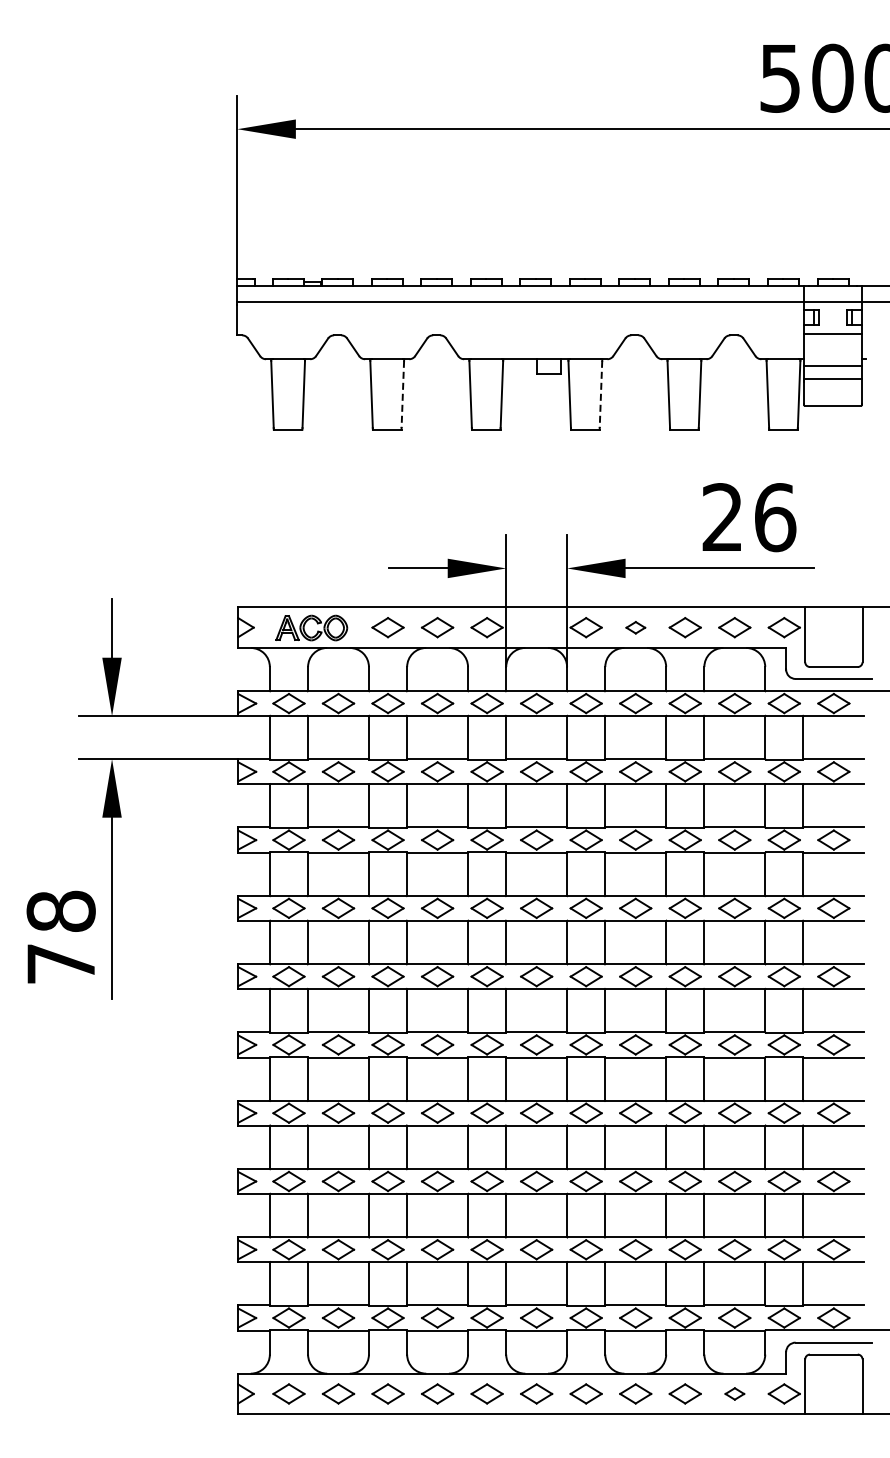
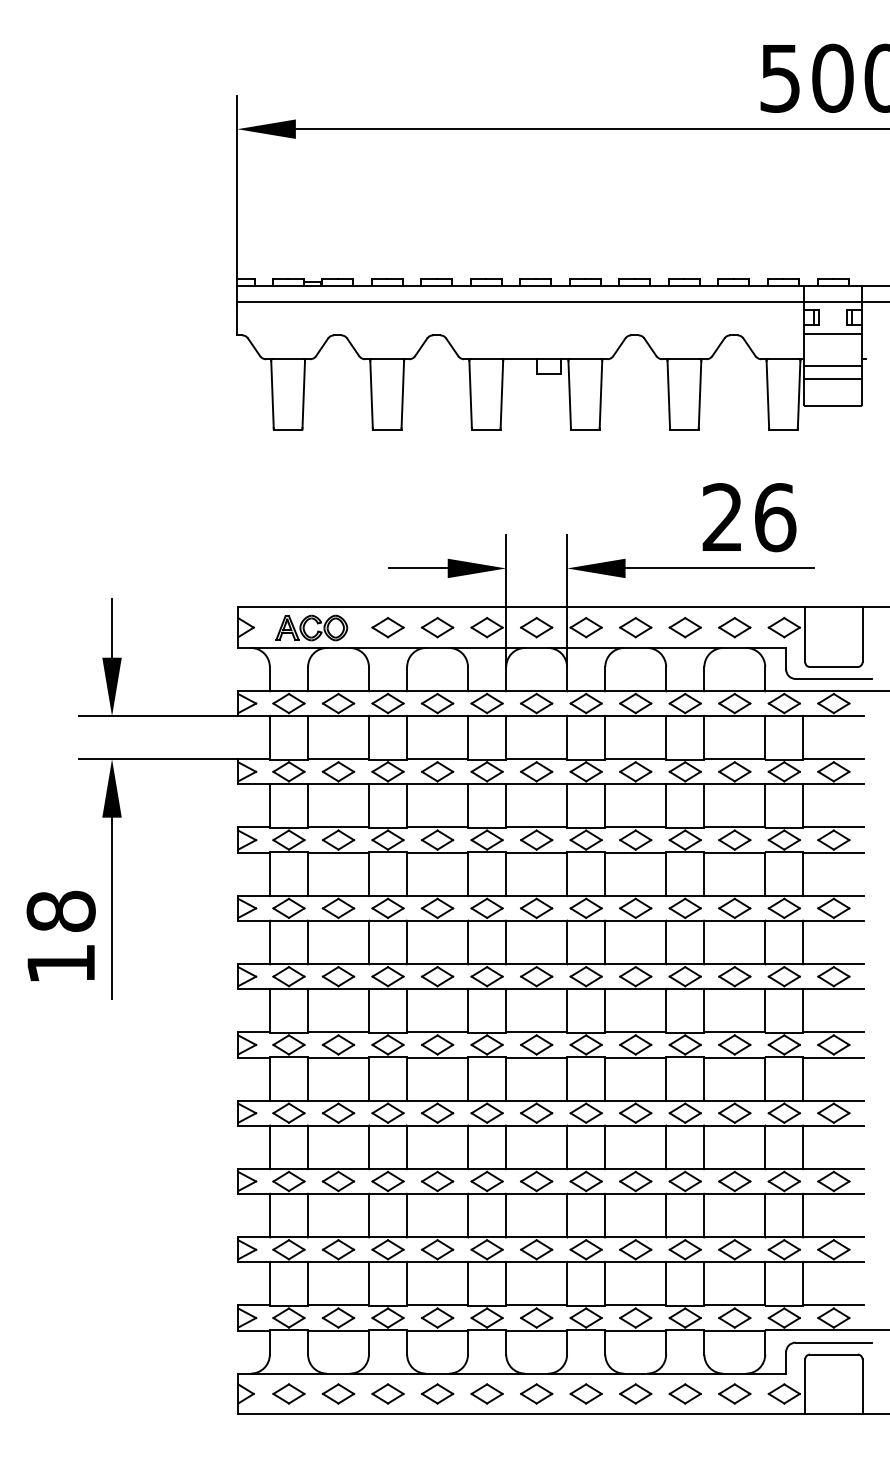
line at (402, 394): dashed -> solid
line at (600, 394): dashed -> solid
part at (536, 627): none -> present
part at (635, 627) size: 22x14 px -> 34x22 px
text at (60, 963): 78 -> 18
part at (734, 1393) size: 22x14 px -> 34x22 px
